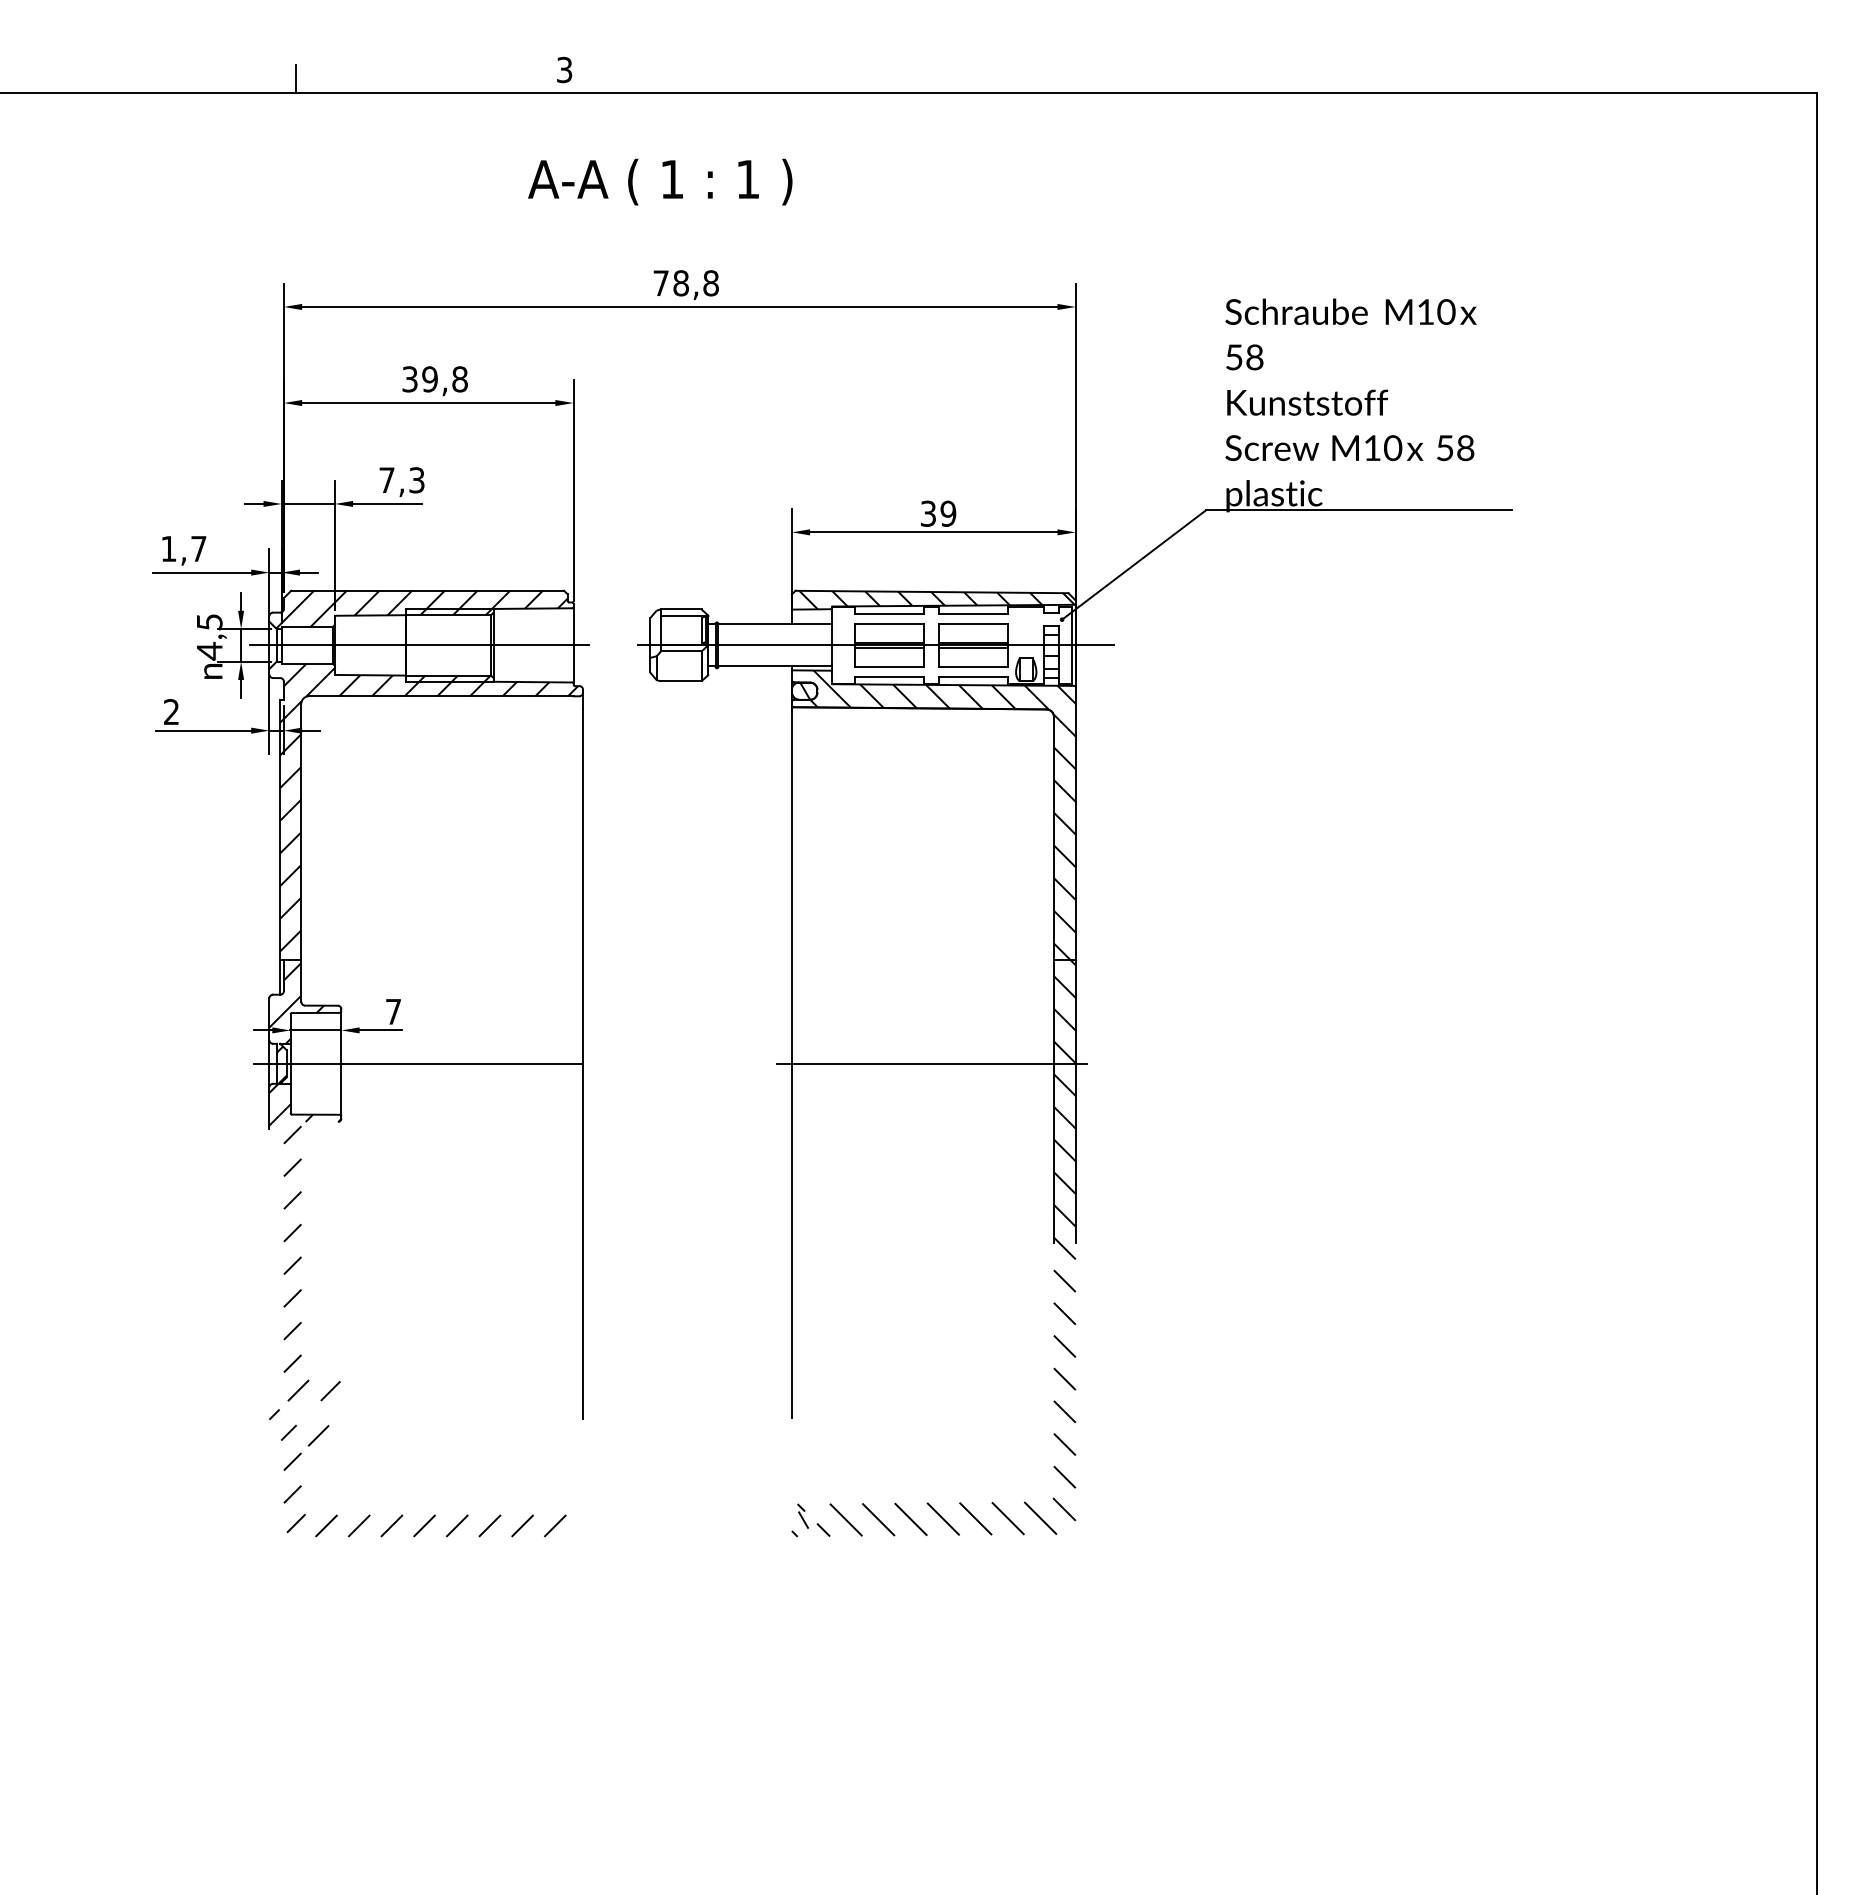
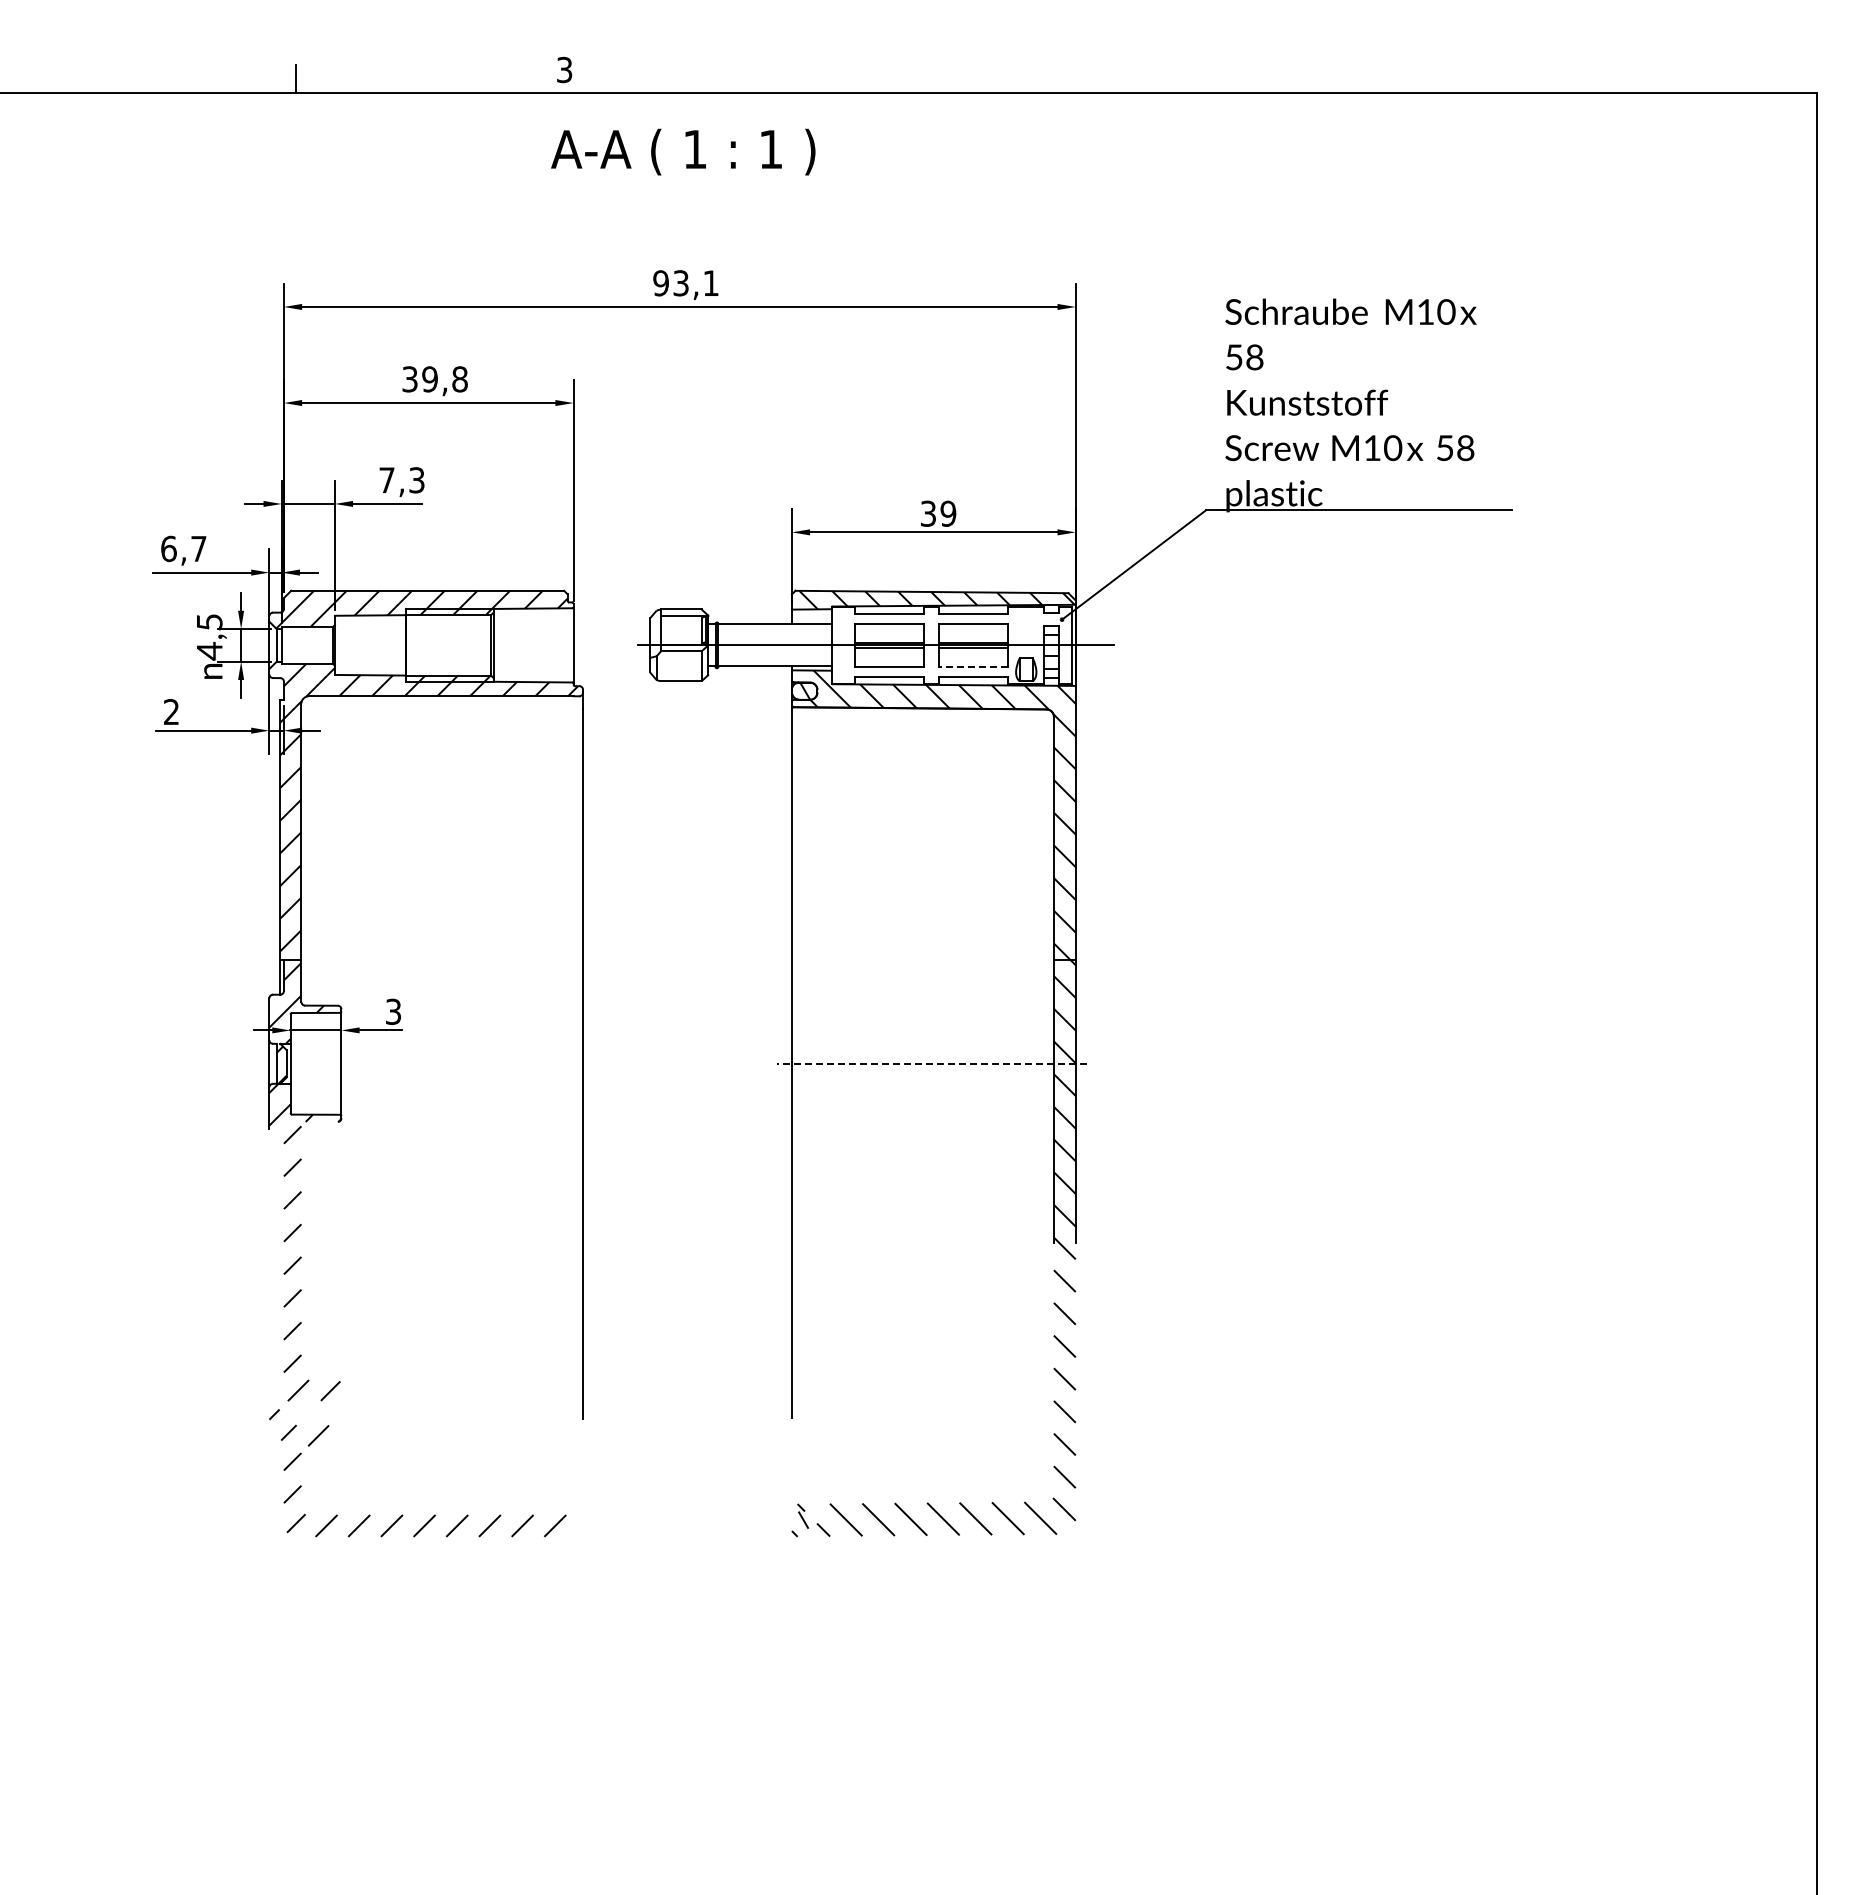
text at (660, 181) position: (660, 181) -> (683, 151)
text at (685, 283): 78,8 -> 93,1
text at (168, 548): 1,7 -> 6,7
line at (419, 645): present -> none
line at (973, 666): solid -> dashed
text at (393, 1011): 7 -> 3
line at (417, 1063): present -> none
line at (932, 1063): solid -> dashed
